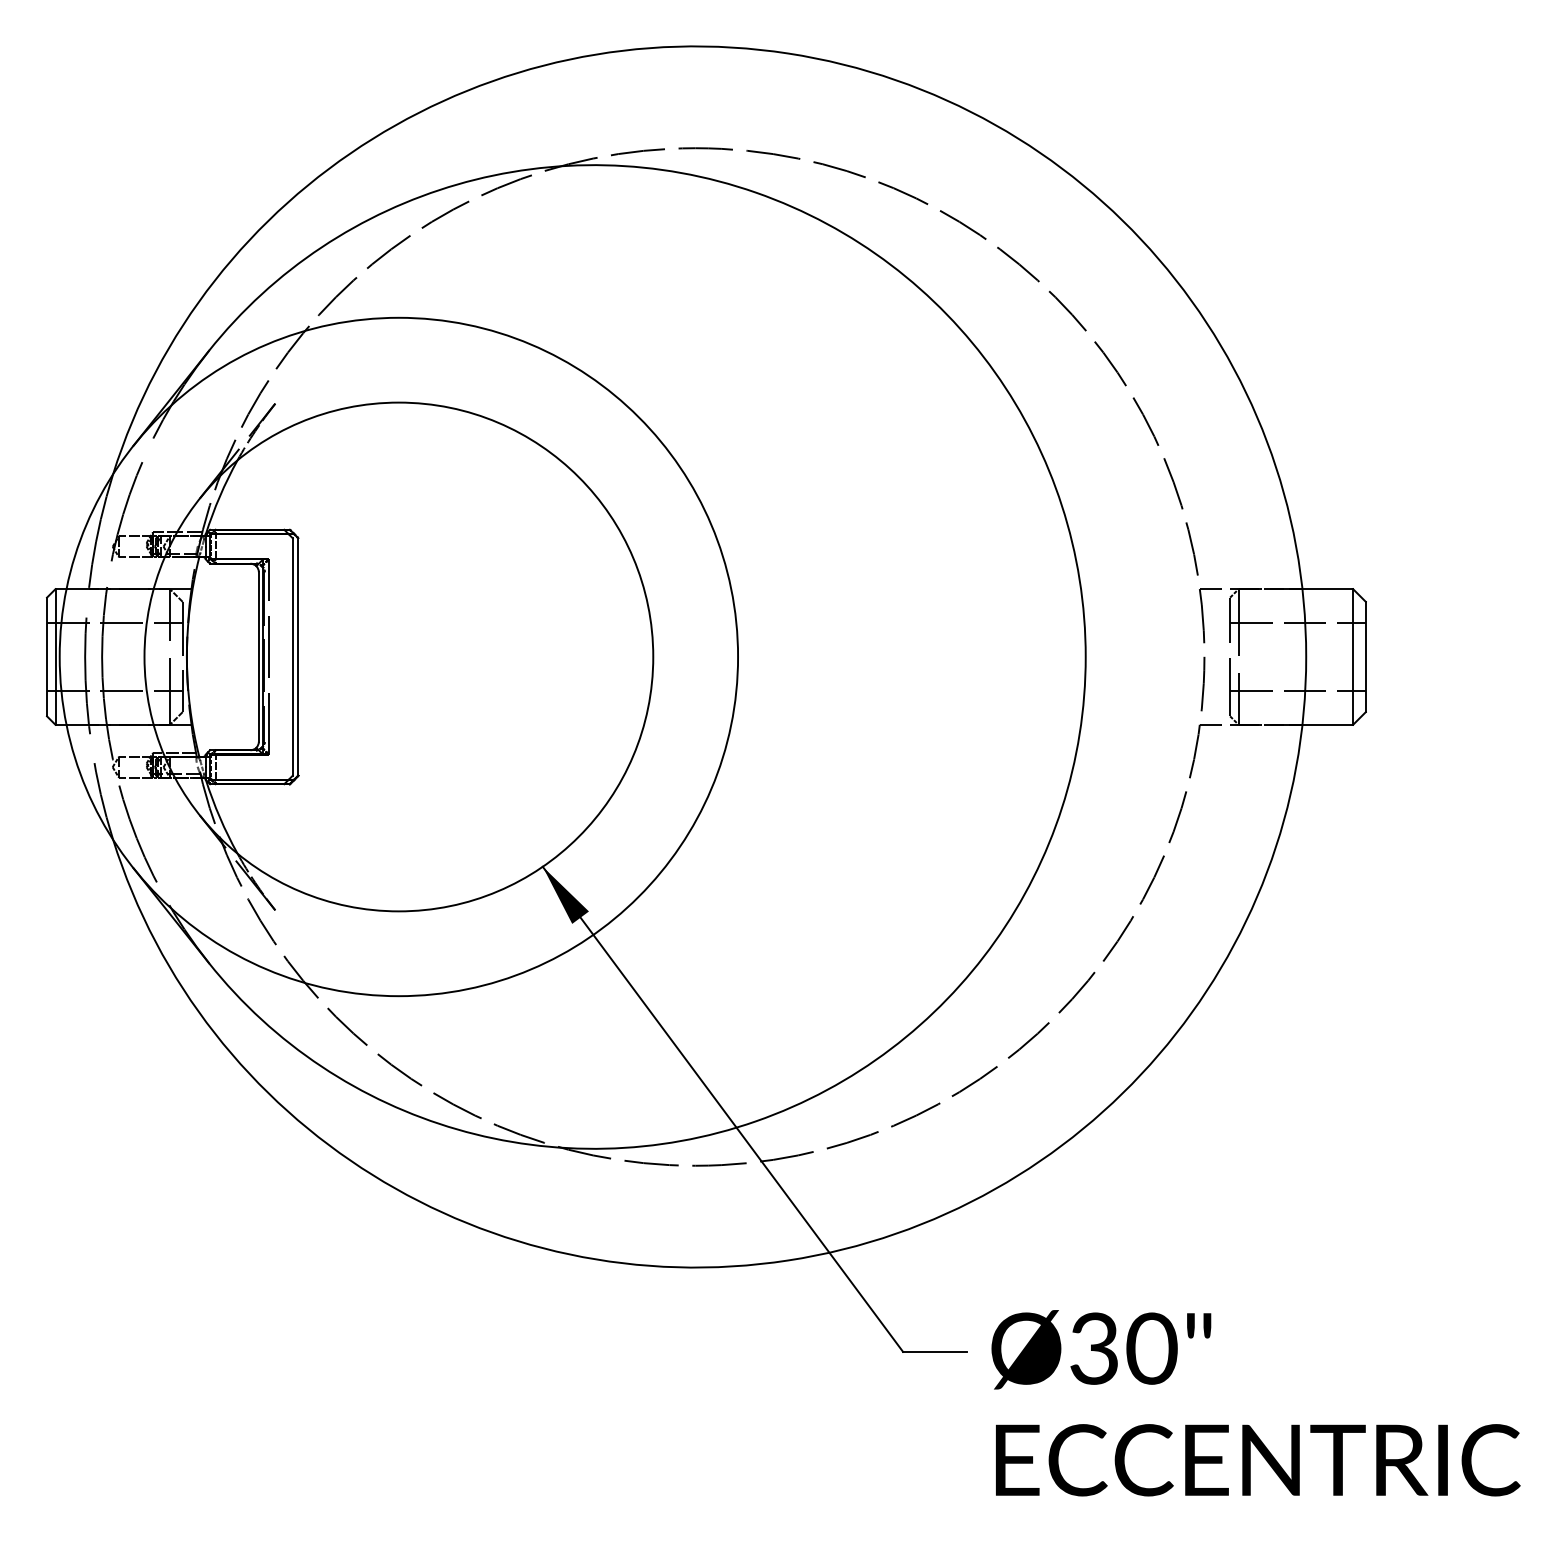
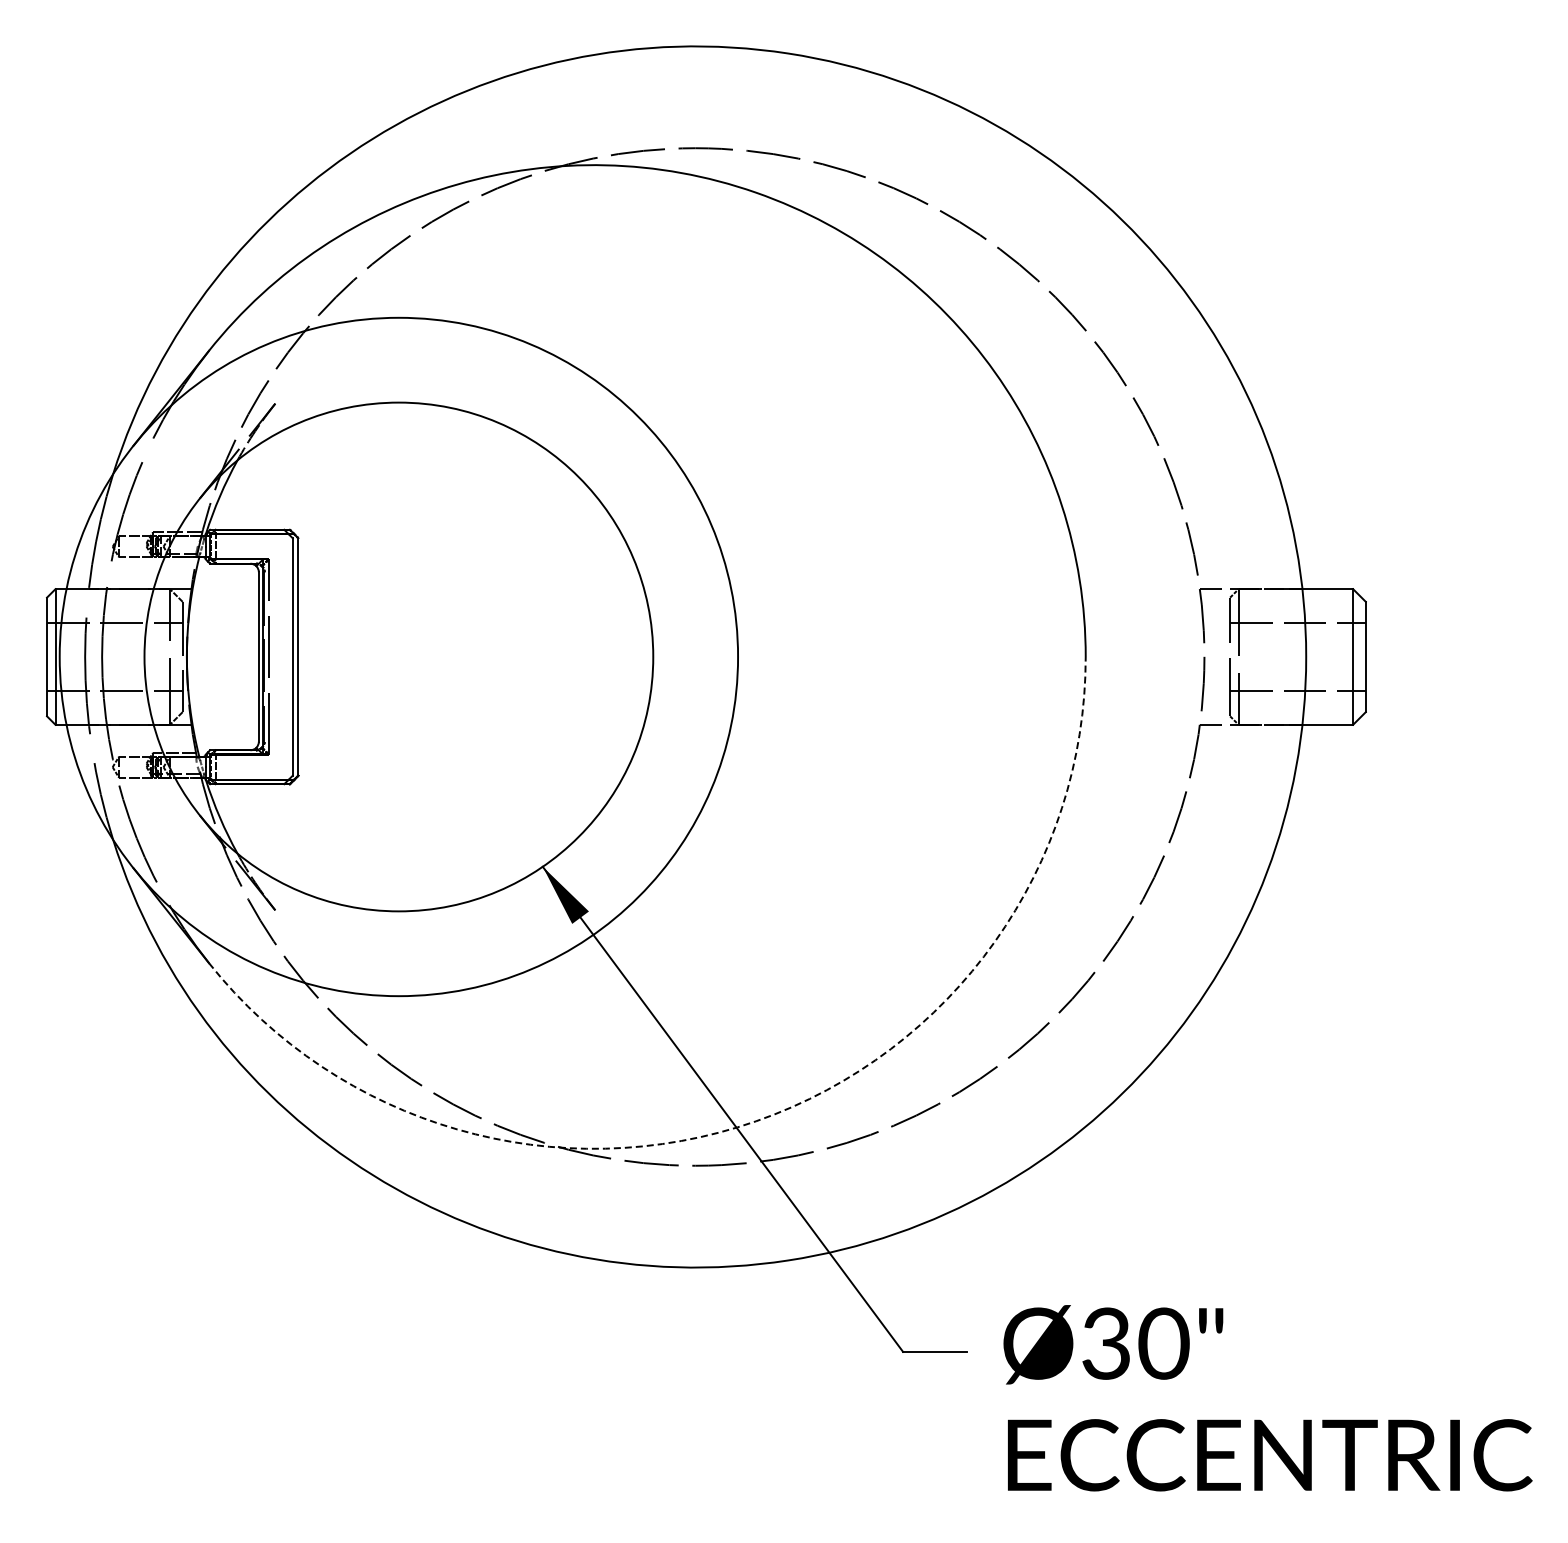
arc at (756, 1121): solid -> dashed
text at (1255, 1403) position: (1255, 1403) -> (1267, 1398)
